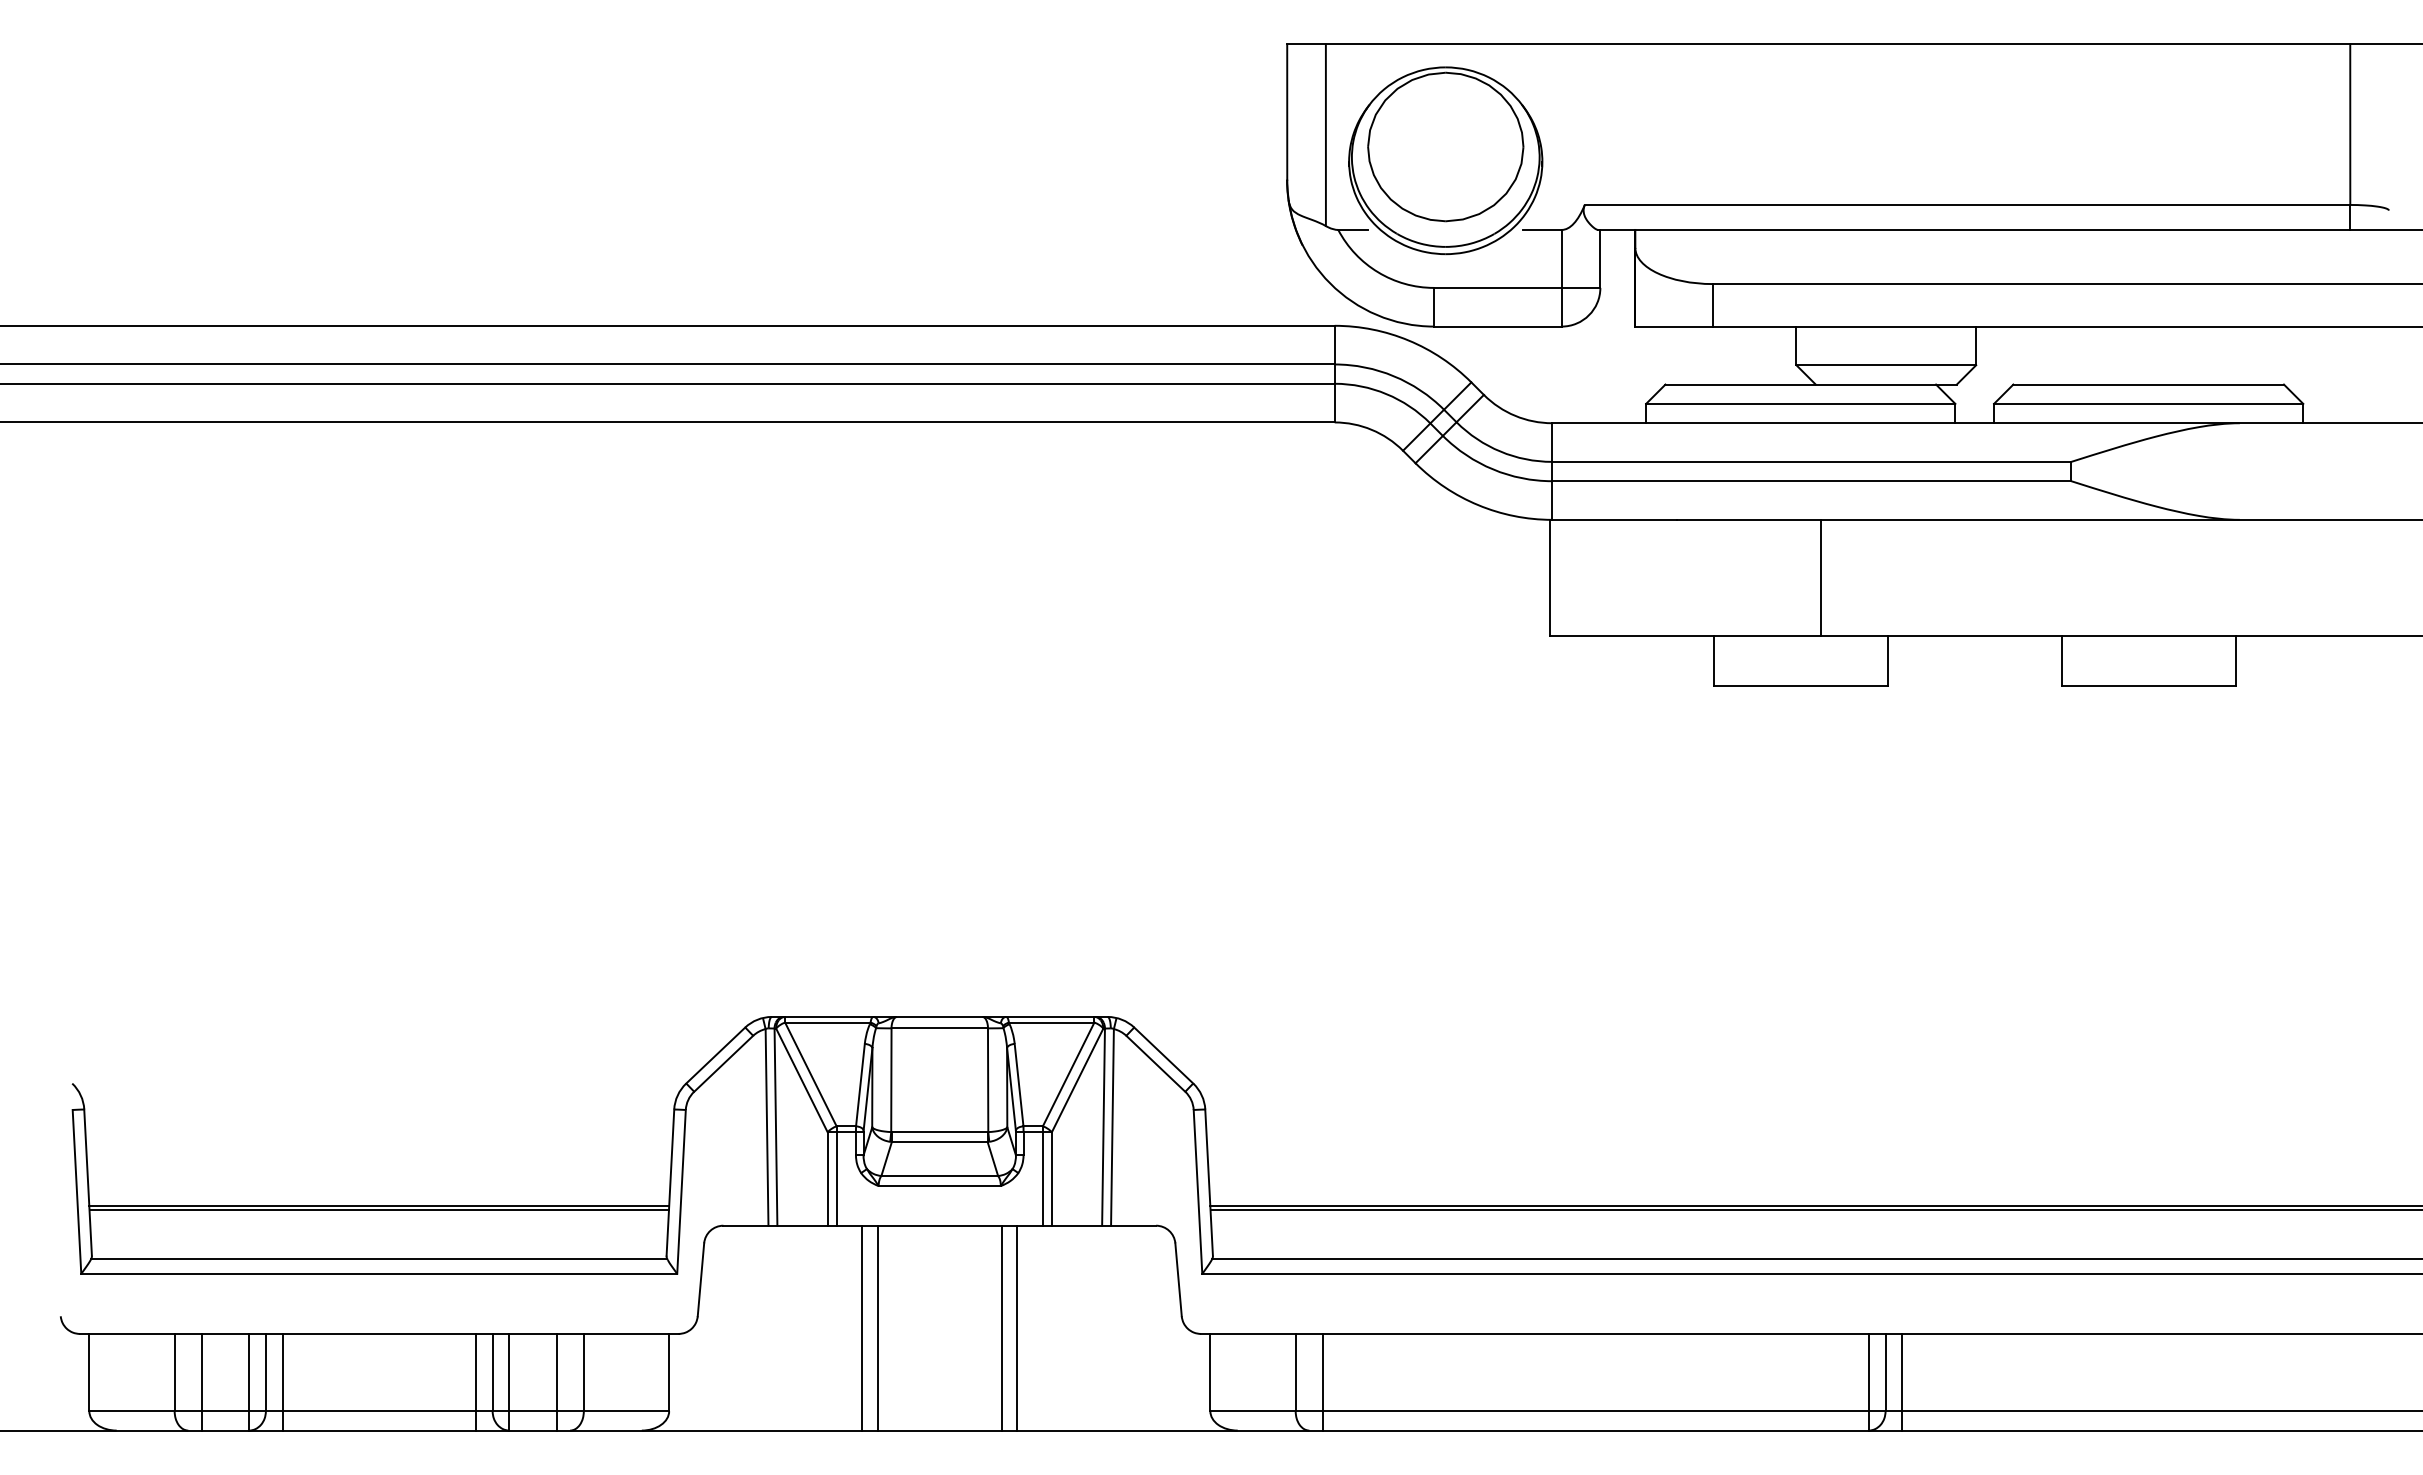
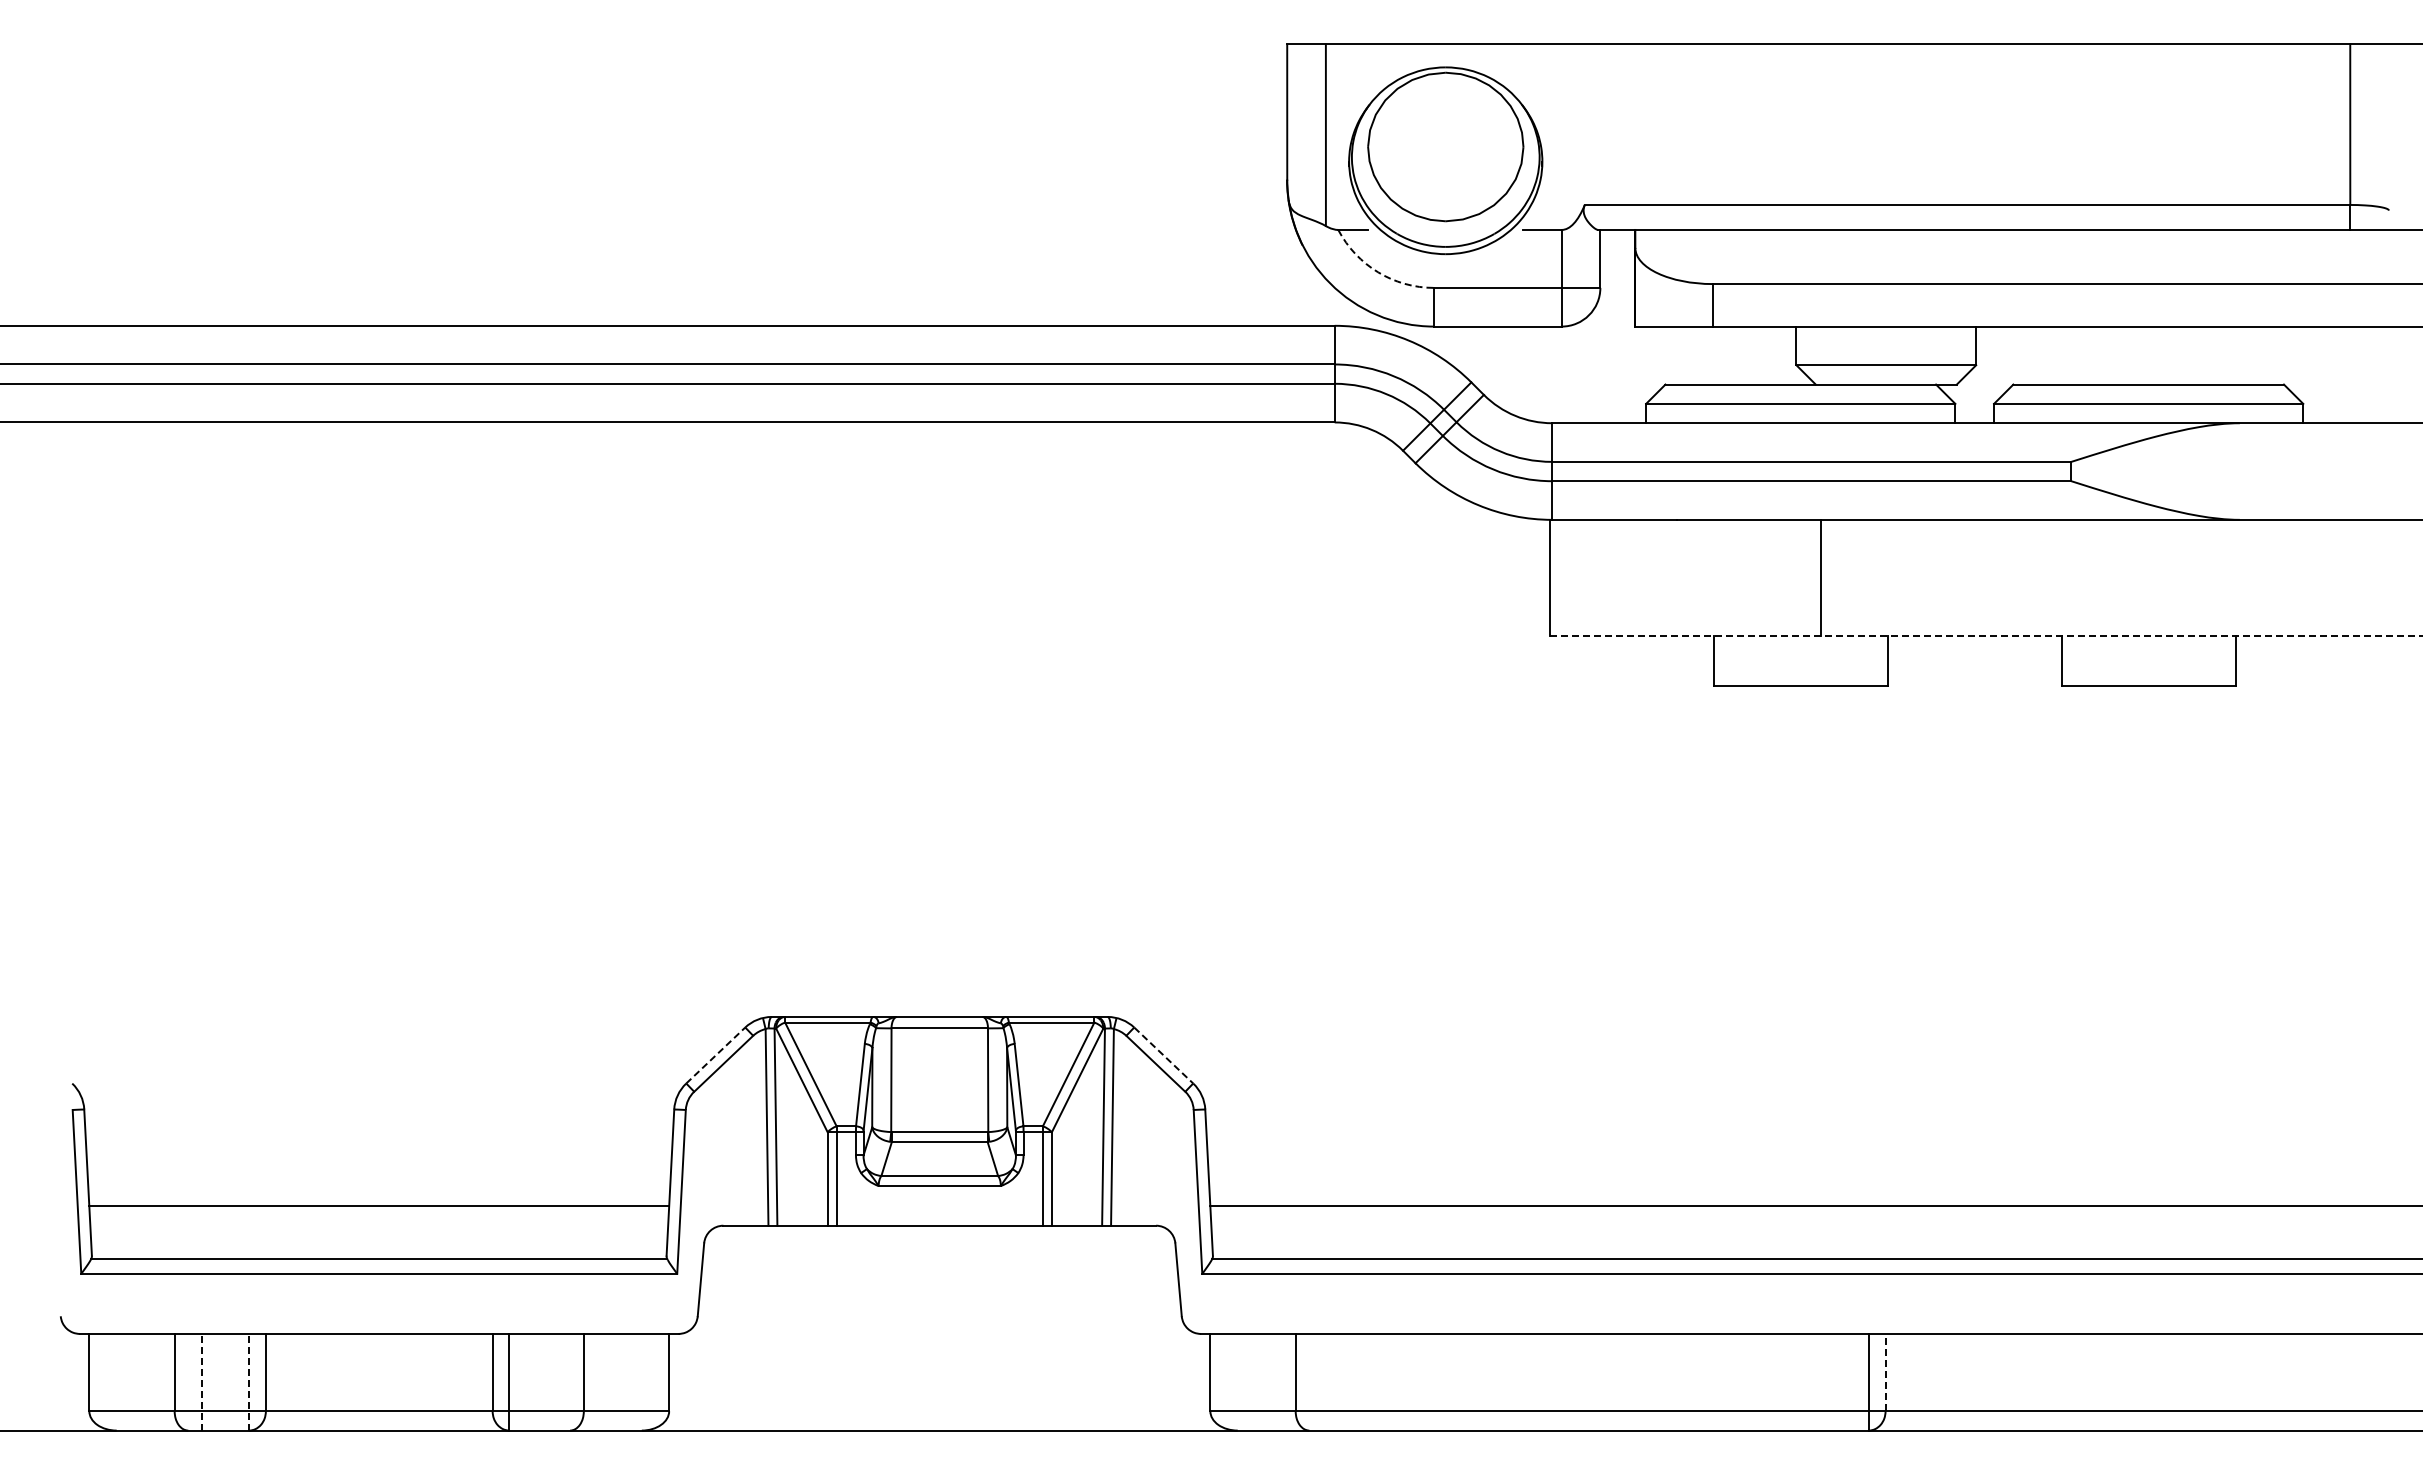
arc at (1378, 272): solid -> dashed
line at (1986, 635): solid -> dashed
line at (715, 1055): solid -> dashed
line at (1163, 1055): solid -> dashed
line at (378, 1210): present -> none
line at (1814, 1210): present -> none
line at (862, 1327): present -> none
line at (877, 1327): present -> none
line at (1001, 1327): present -> none
line at (1017, 1327): present -> none
line at (1885, 1372): solid -> dashed
line at (202, 1381): solid -> dashed
line at (249, 1381): solid -> dashed
line at (282, 1381): present -> none
line at (475, 1381): present -> none
line at (556, 1381): present -> none
line at (1323, 1381): present -> none
line at (1902, 1381): present -> none
